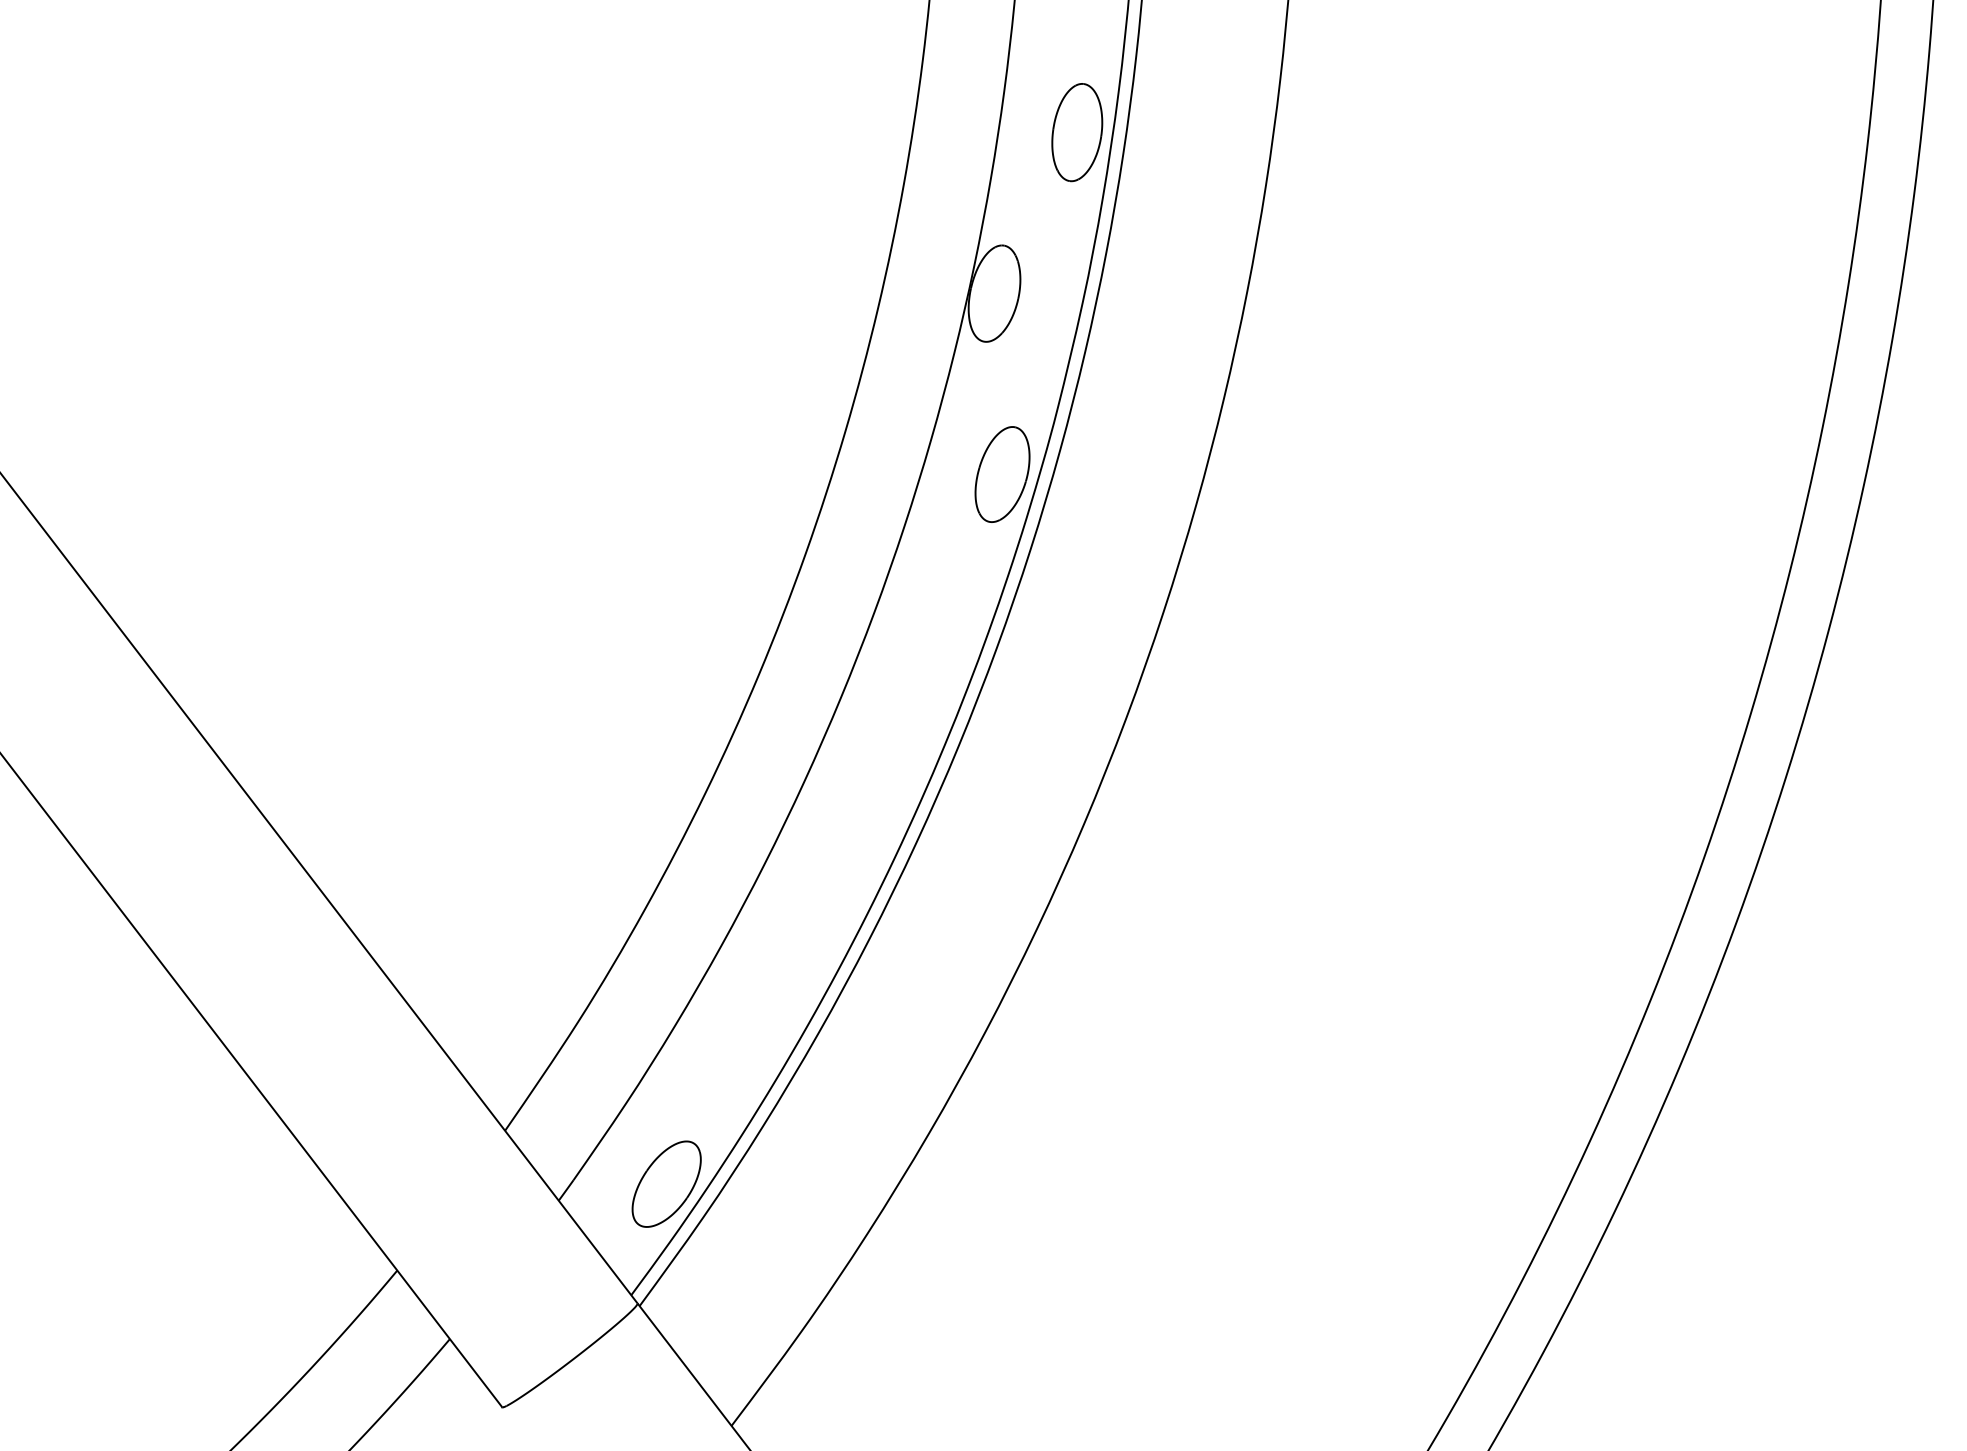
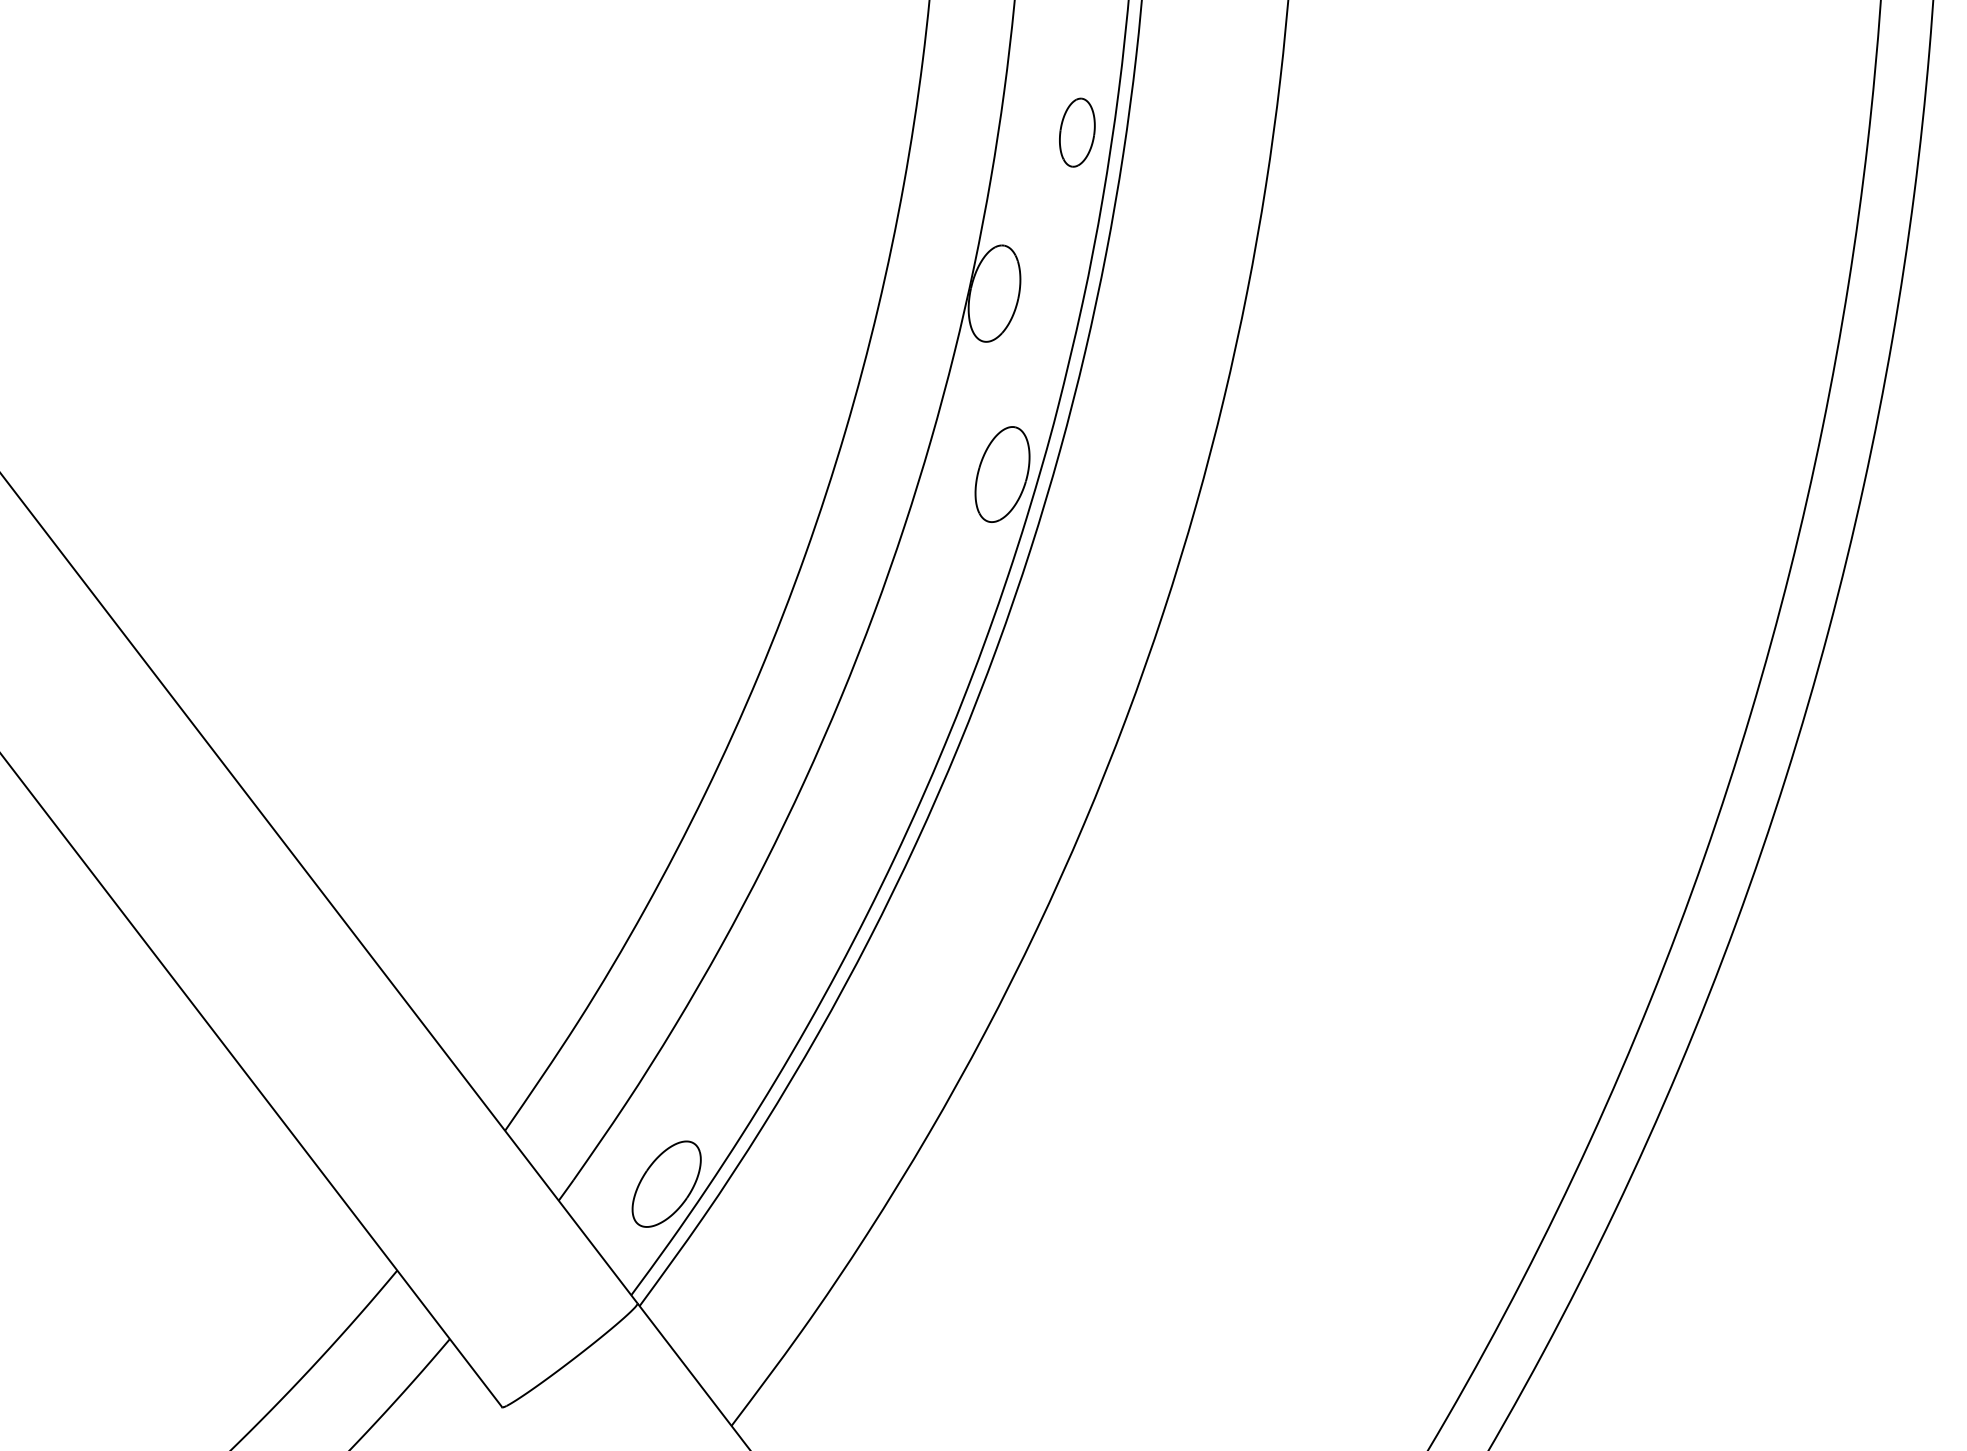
part at (1077, 132) size: 53x100 px -> 37x71 px
